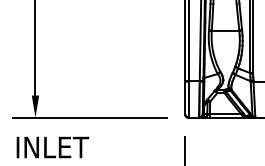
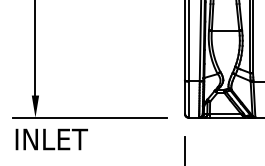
text at (52, 147) position: (52, 147) -> (51, 139)
